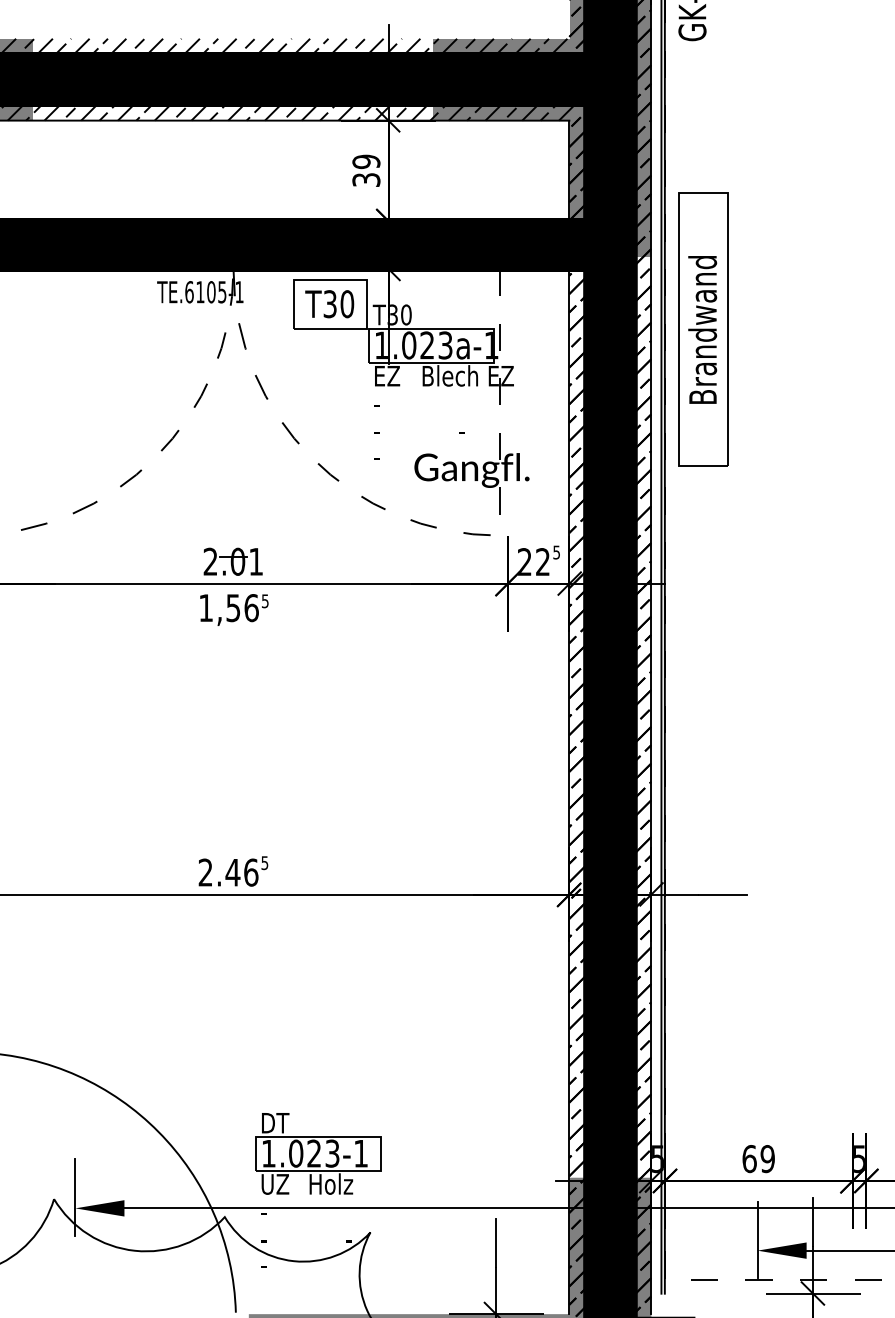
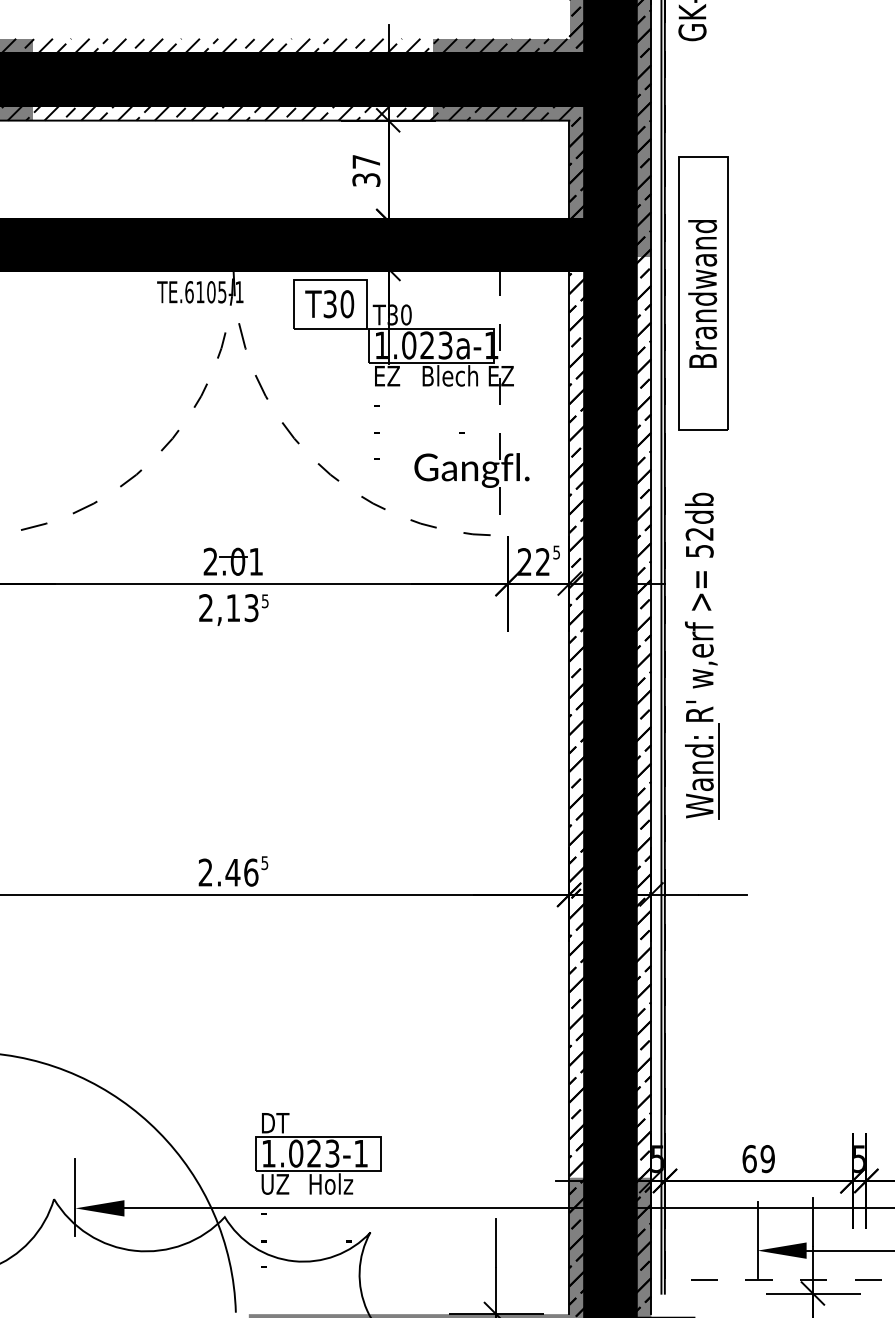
text at (366, 161): 39 -> 37
part at (703, 329) position: (703, 329) -> (703, 293)
text at (228, 608): 1,56 -> 2,13
part at (702, 655): none -> present
